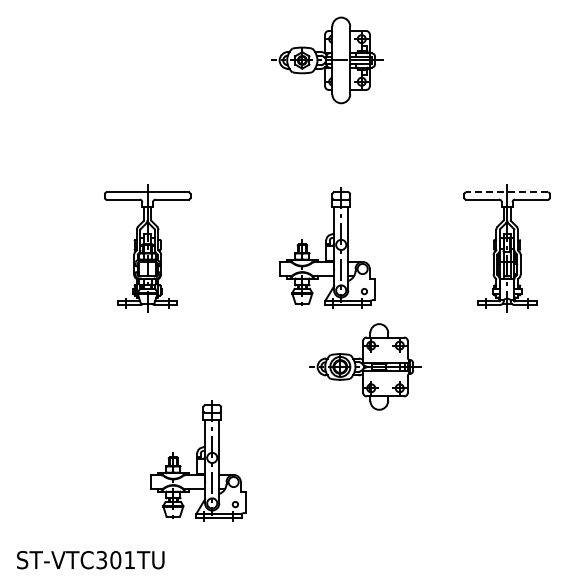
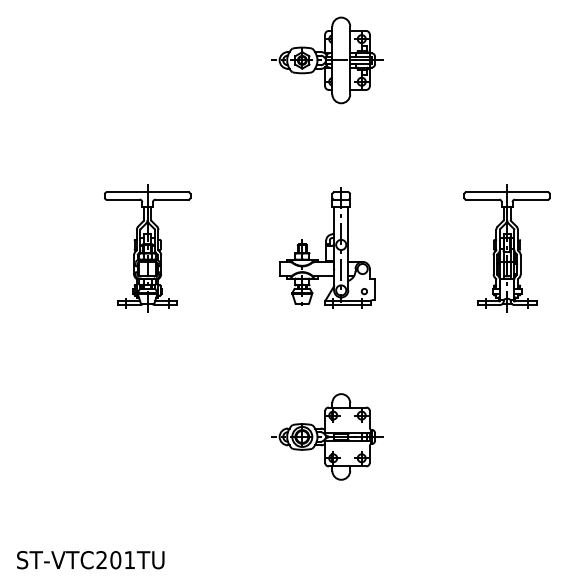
line at (506, 192): dashed -> solid
part at (365, 366) position: (365, 366) -> (327, 436)
part at (198, 460): present -> none
text at (101, 560): ST-VTC301TU -> ST-VTC201TU
